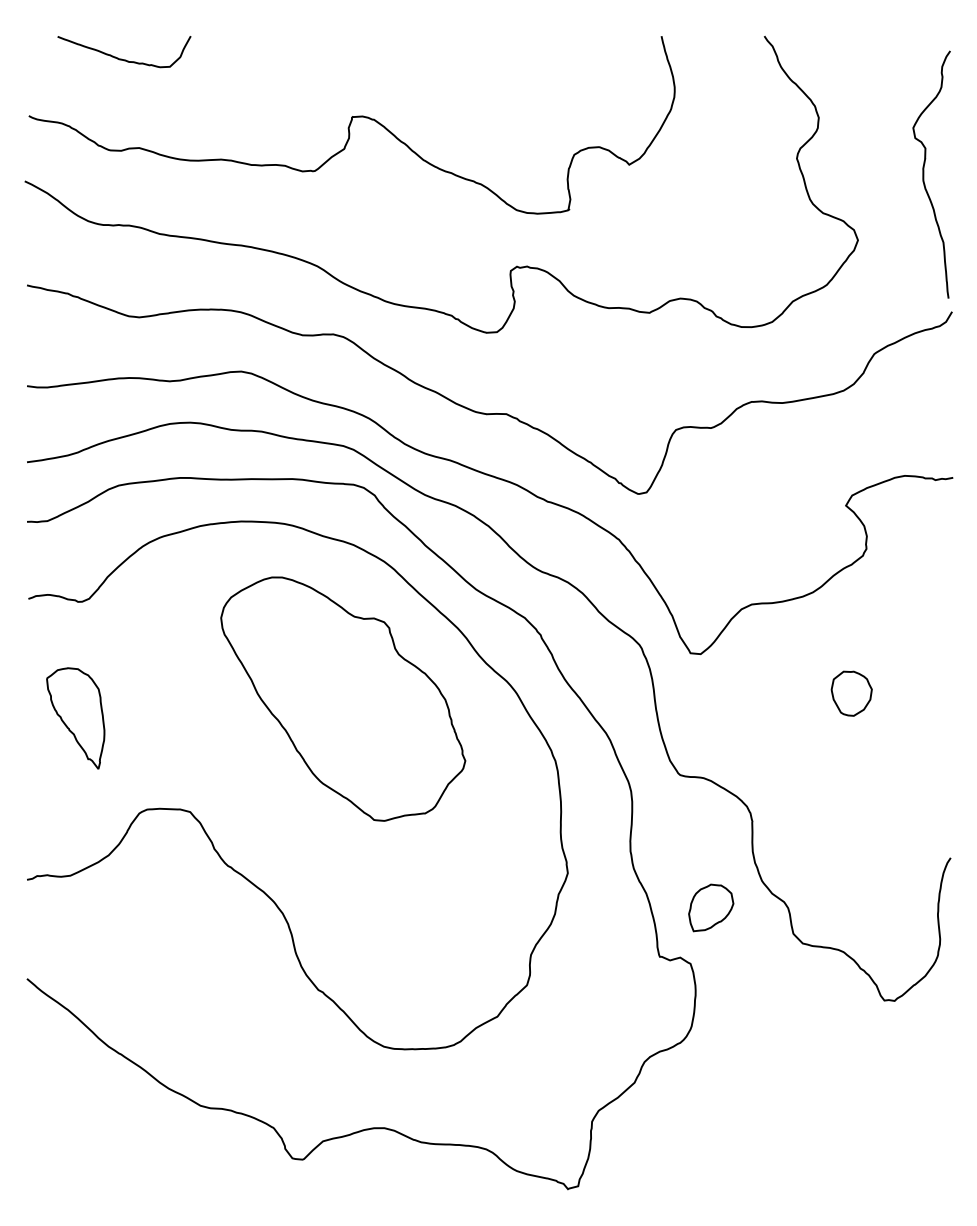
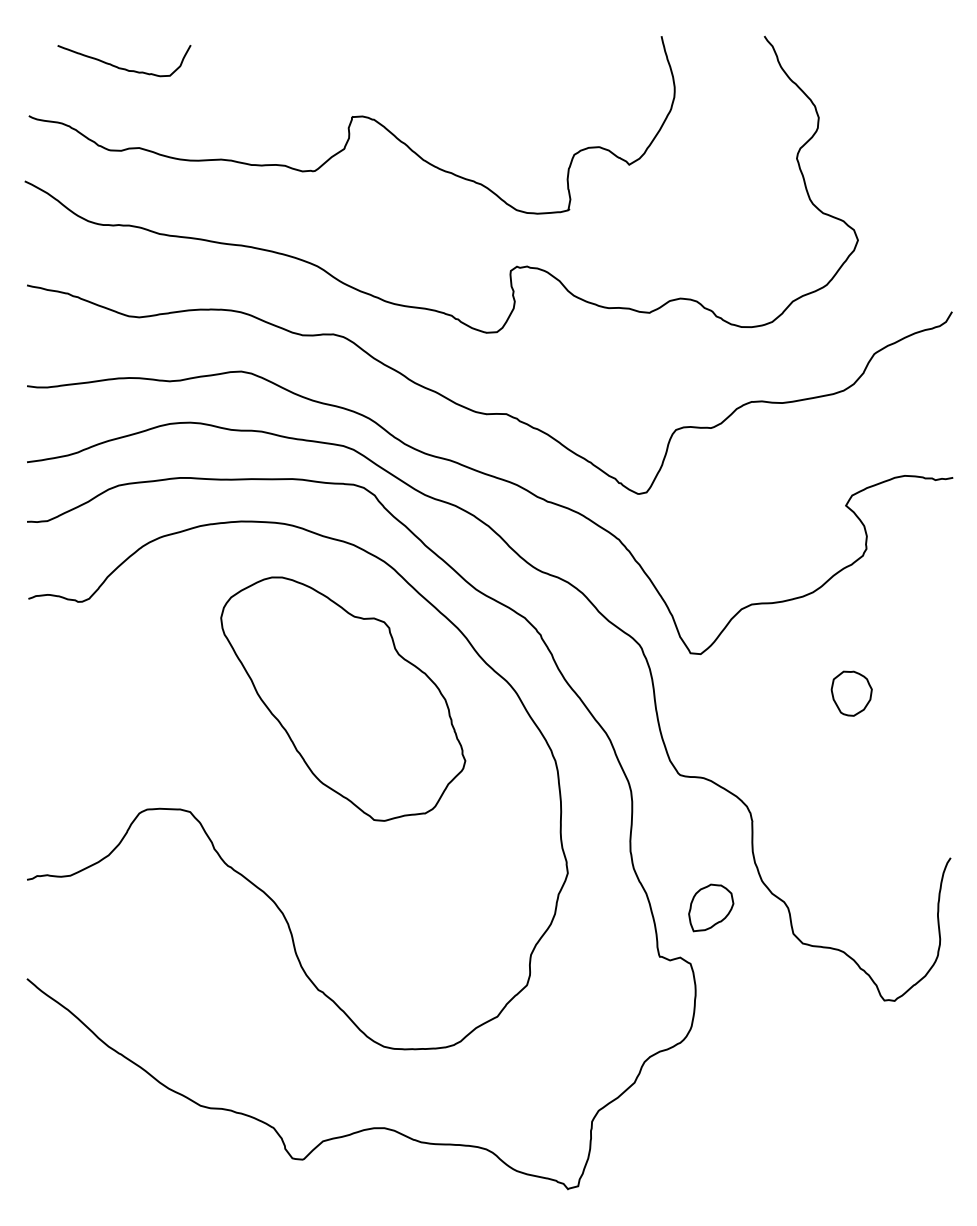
curve at (121, 58) position: (121, 58) -> (121, 67)
curve at (924, 174): present -> none
part at (75, 718): present -> none
